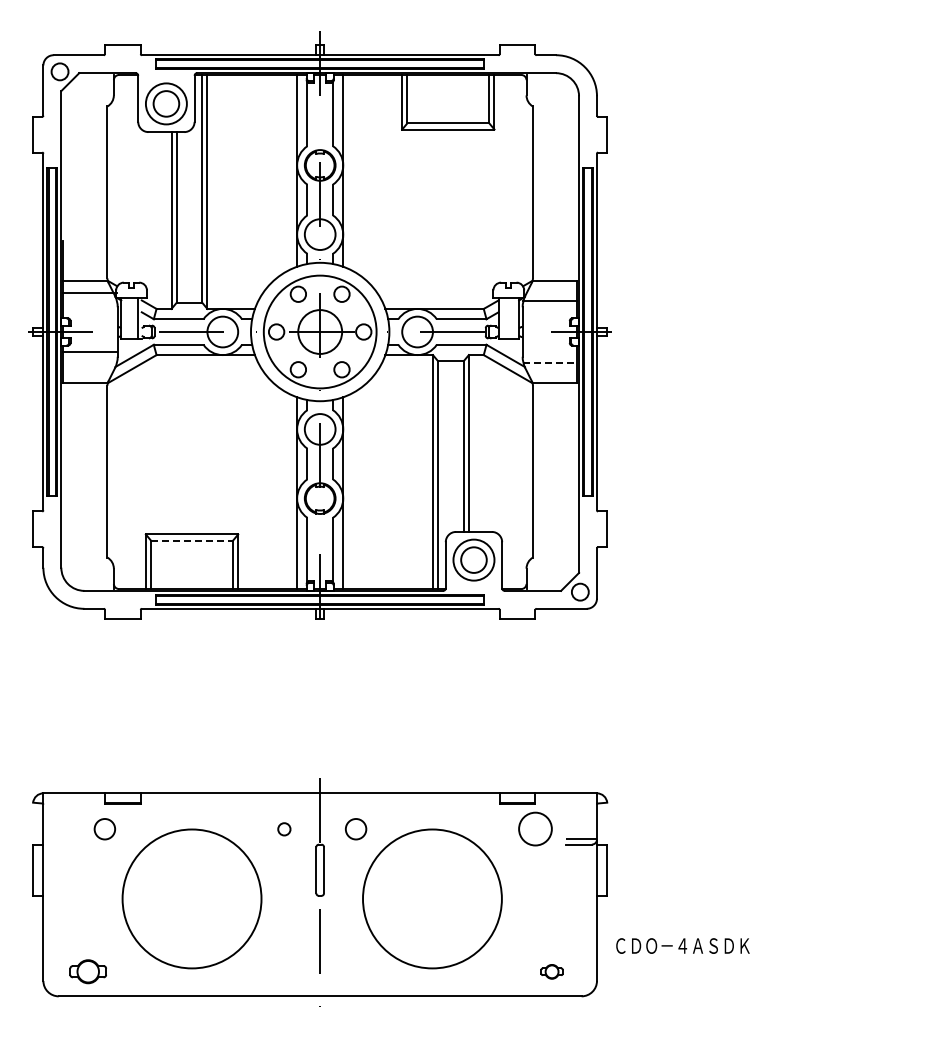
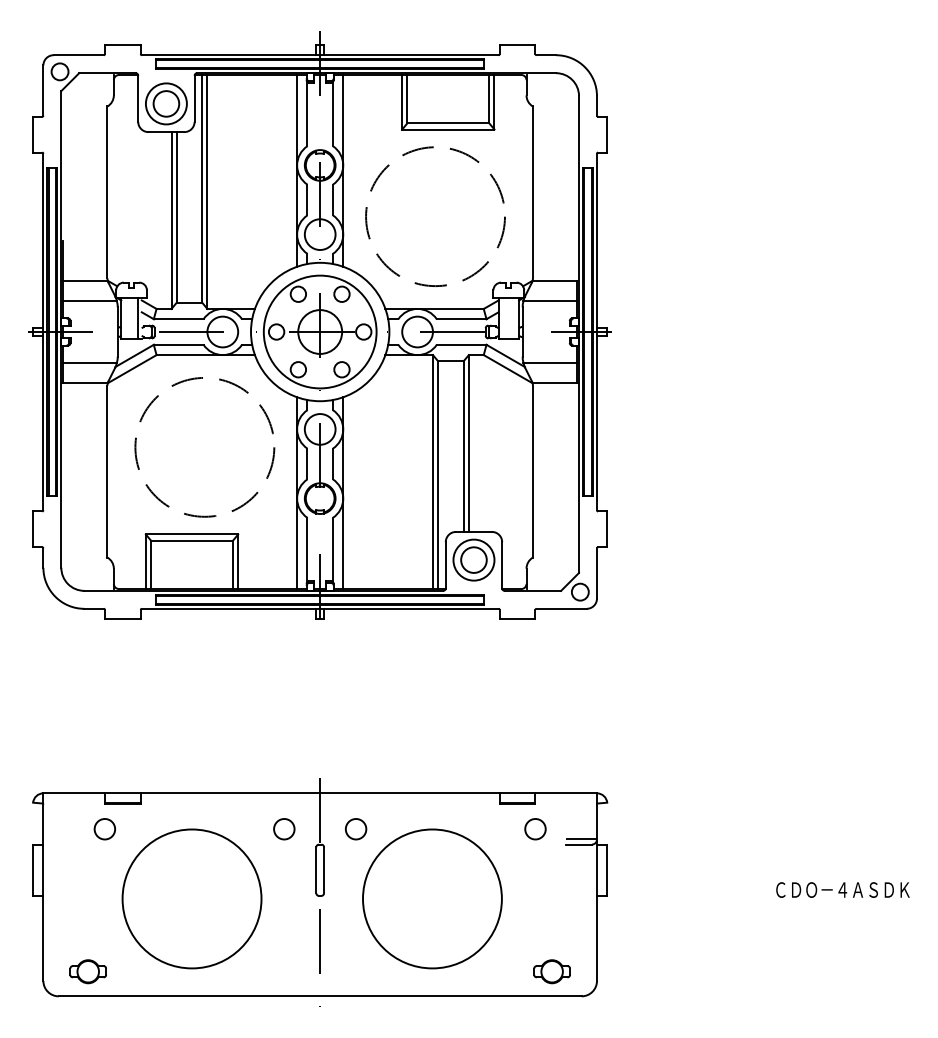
circle at (435, 216): none -> present
line at (89, 293) position: (89, 293) -> (89, 301)
line at (89, 351) position: (89, 351) -> (89, 362)
line at (550, 362): dashed -> solid
circle at (204, 447): none -> present
line at (192, 540): dashed -> solid
circle at (535, 828) size: 35x36 px -> 23x23 px
circle at (284, 829) size: 15x15 px -> 23x23 px
text at (682, 945) position: (682, 945) -> (842, 889)
part at (551, 971) size: 24x16 px -> 38x26 px
